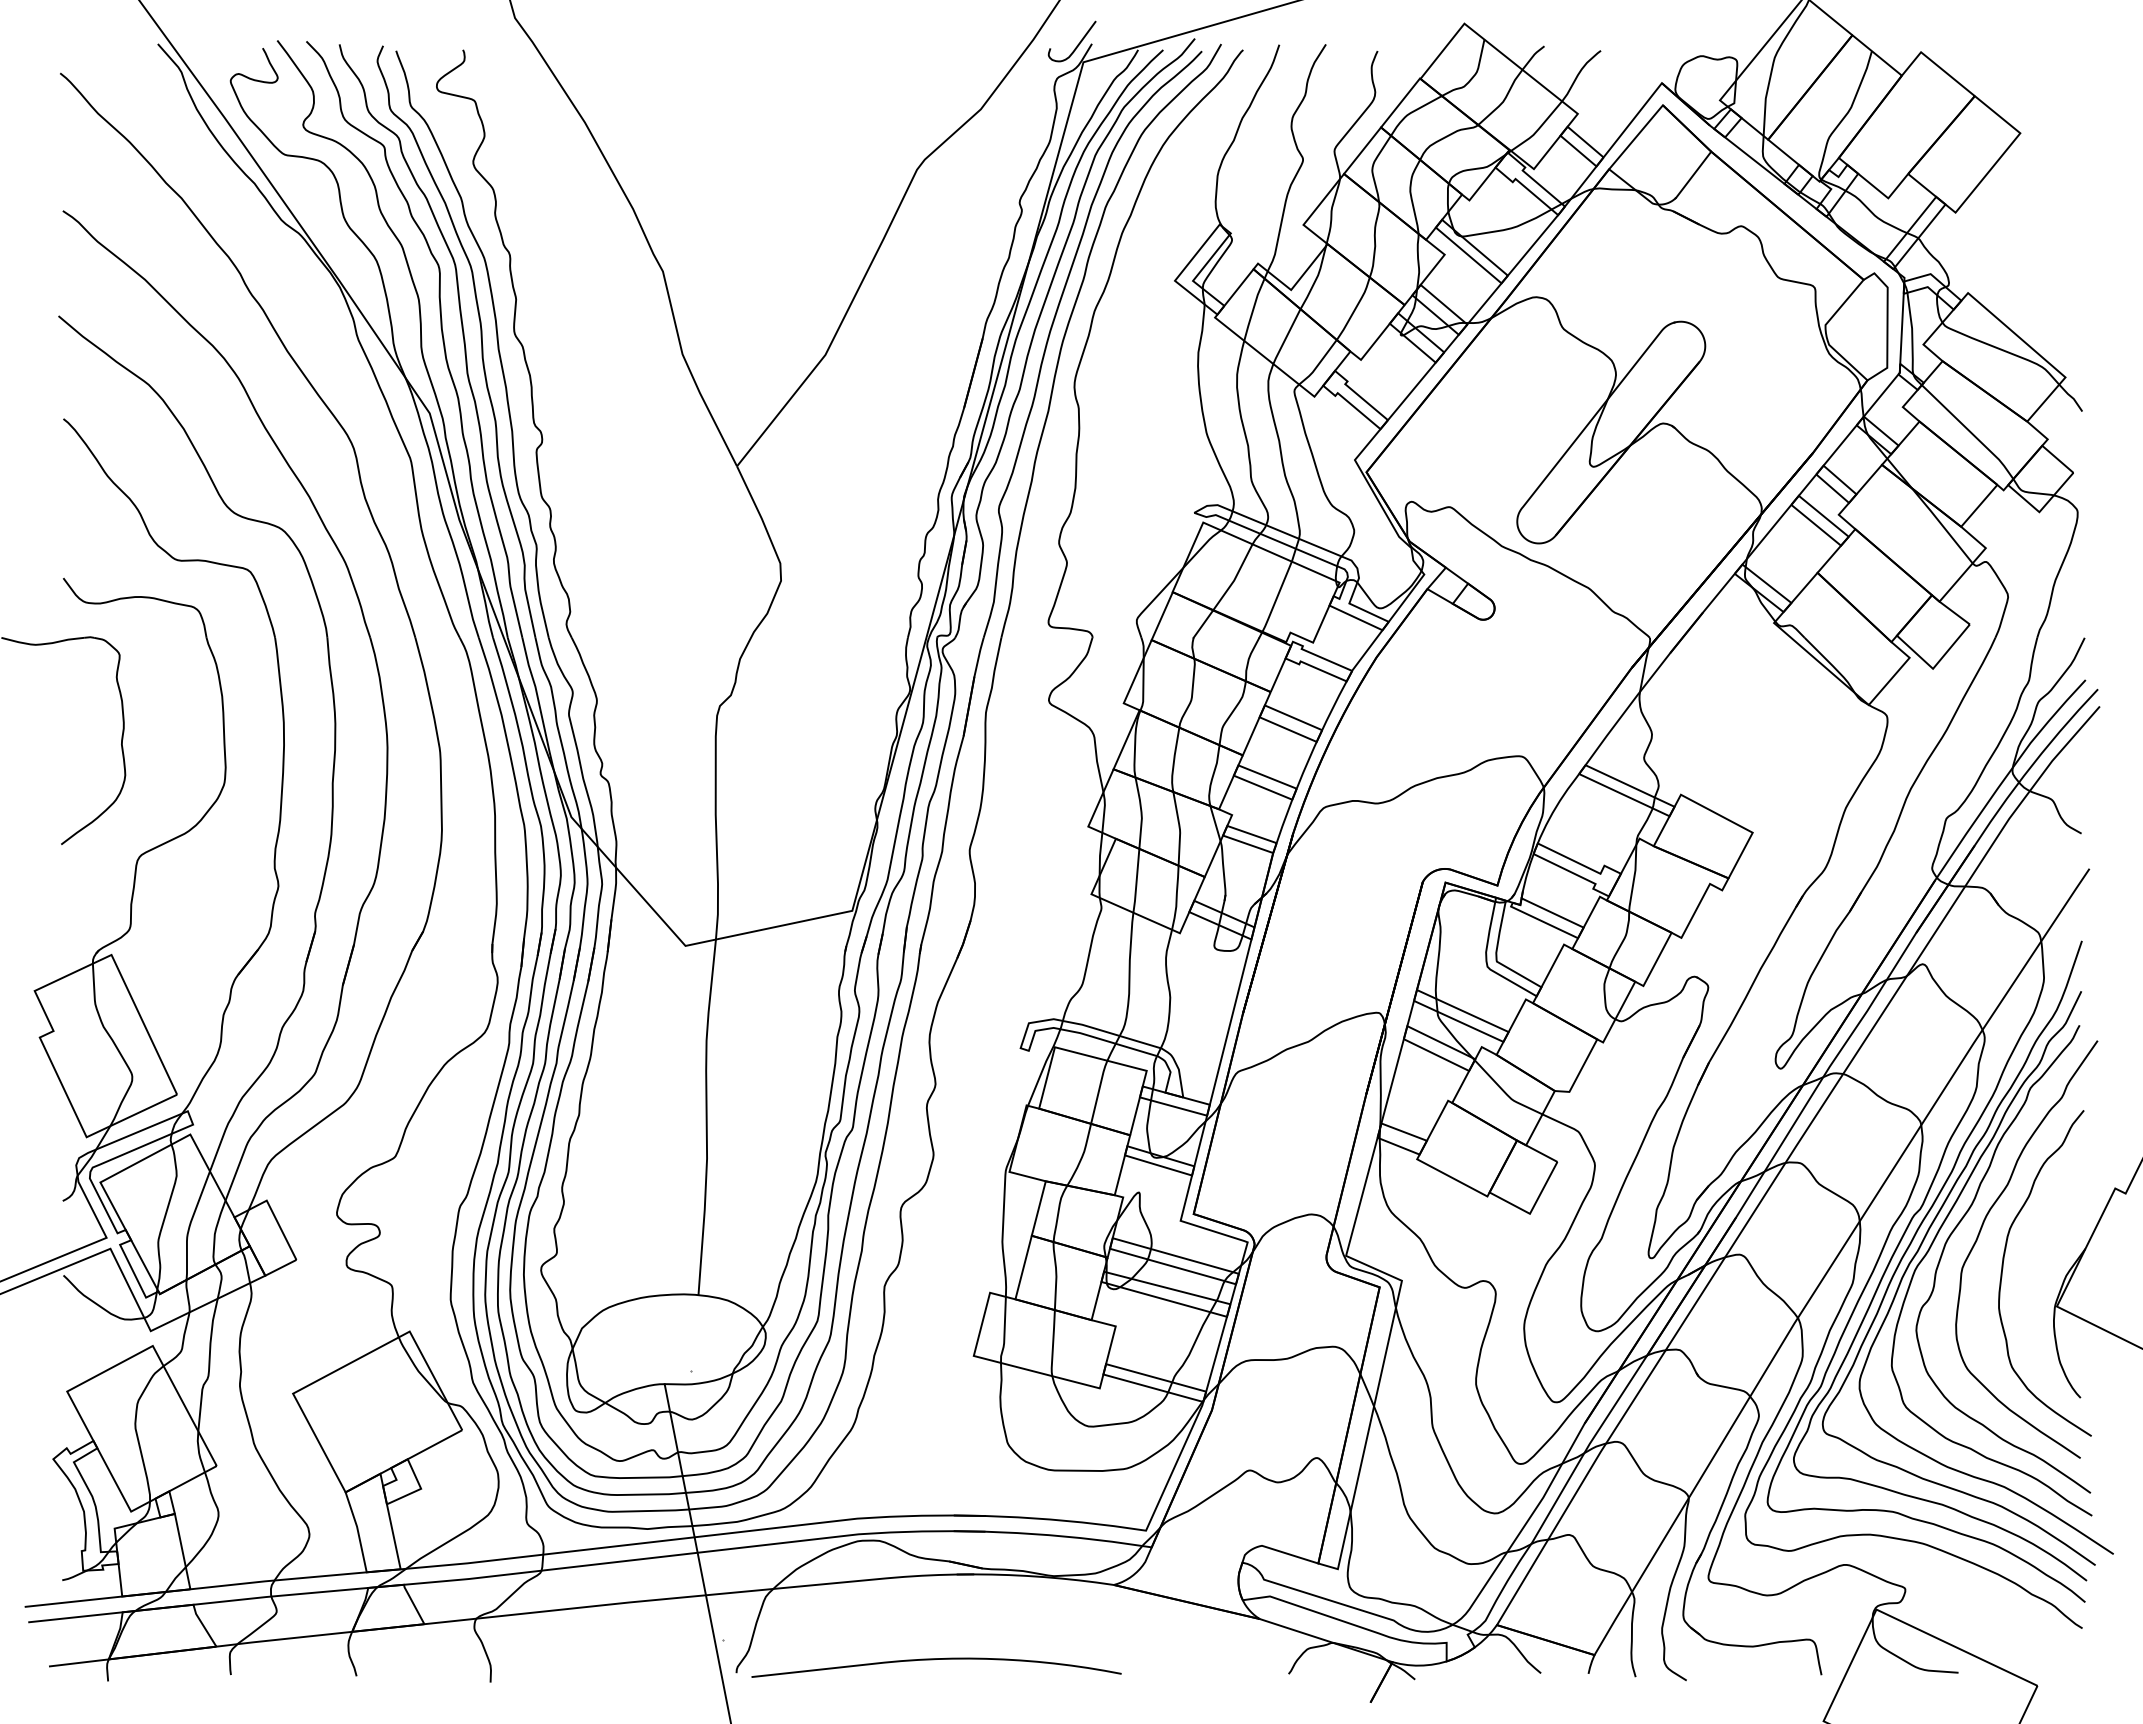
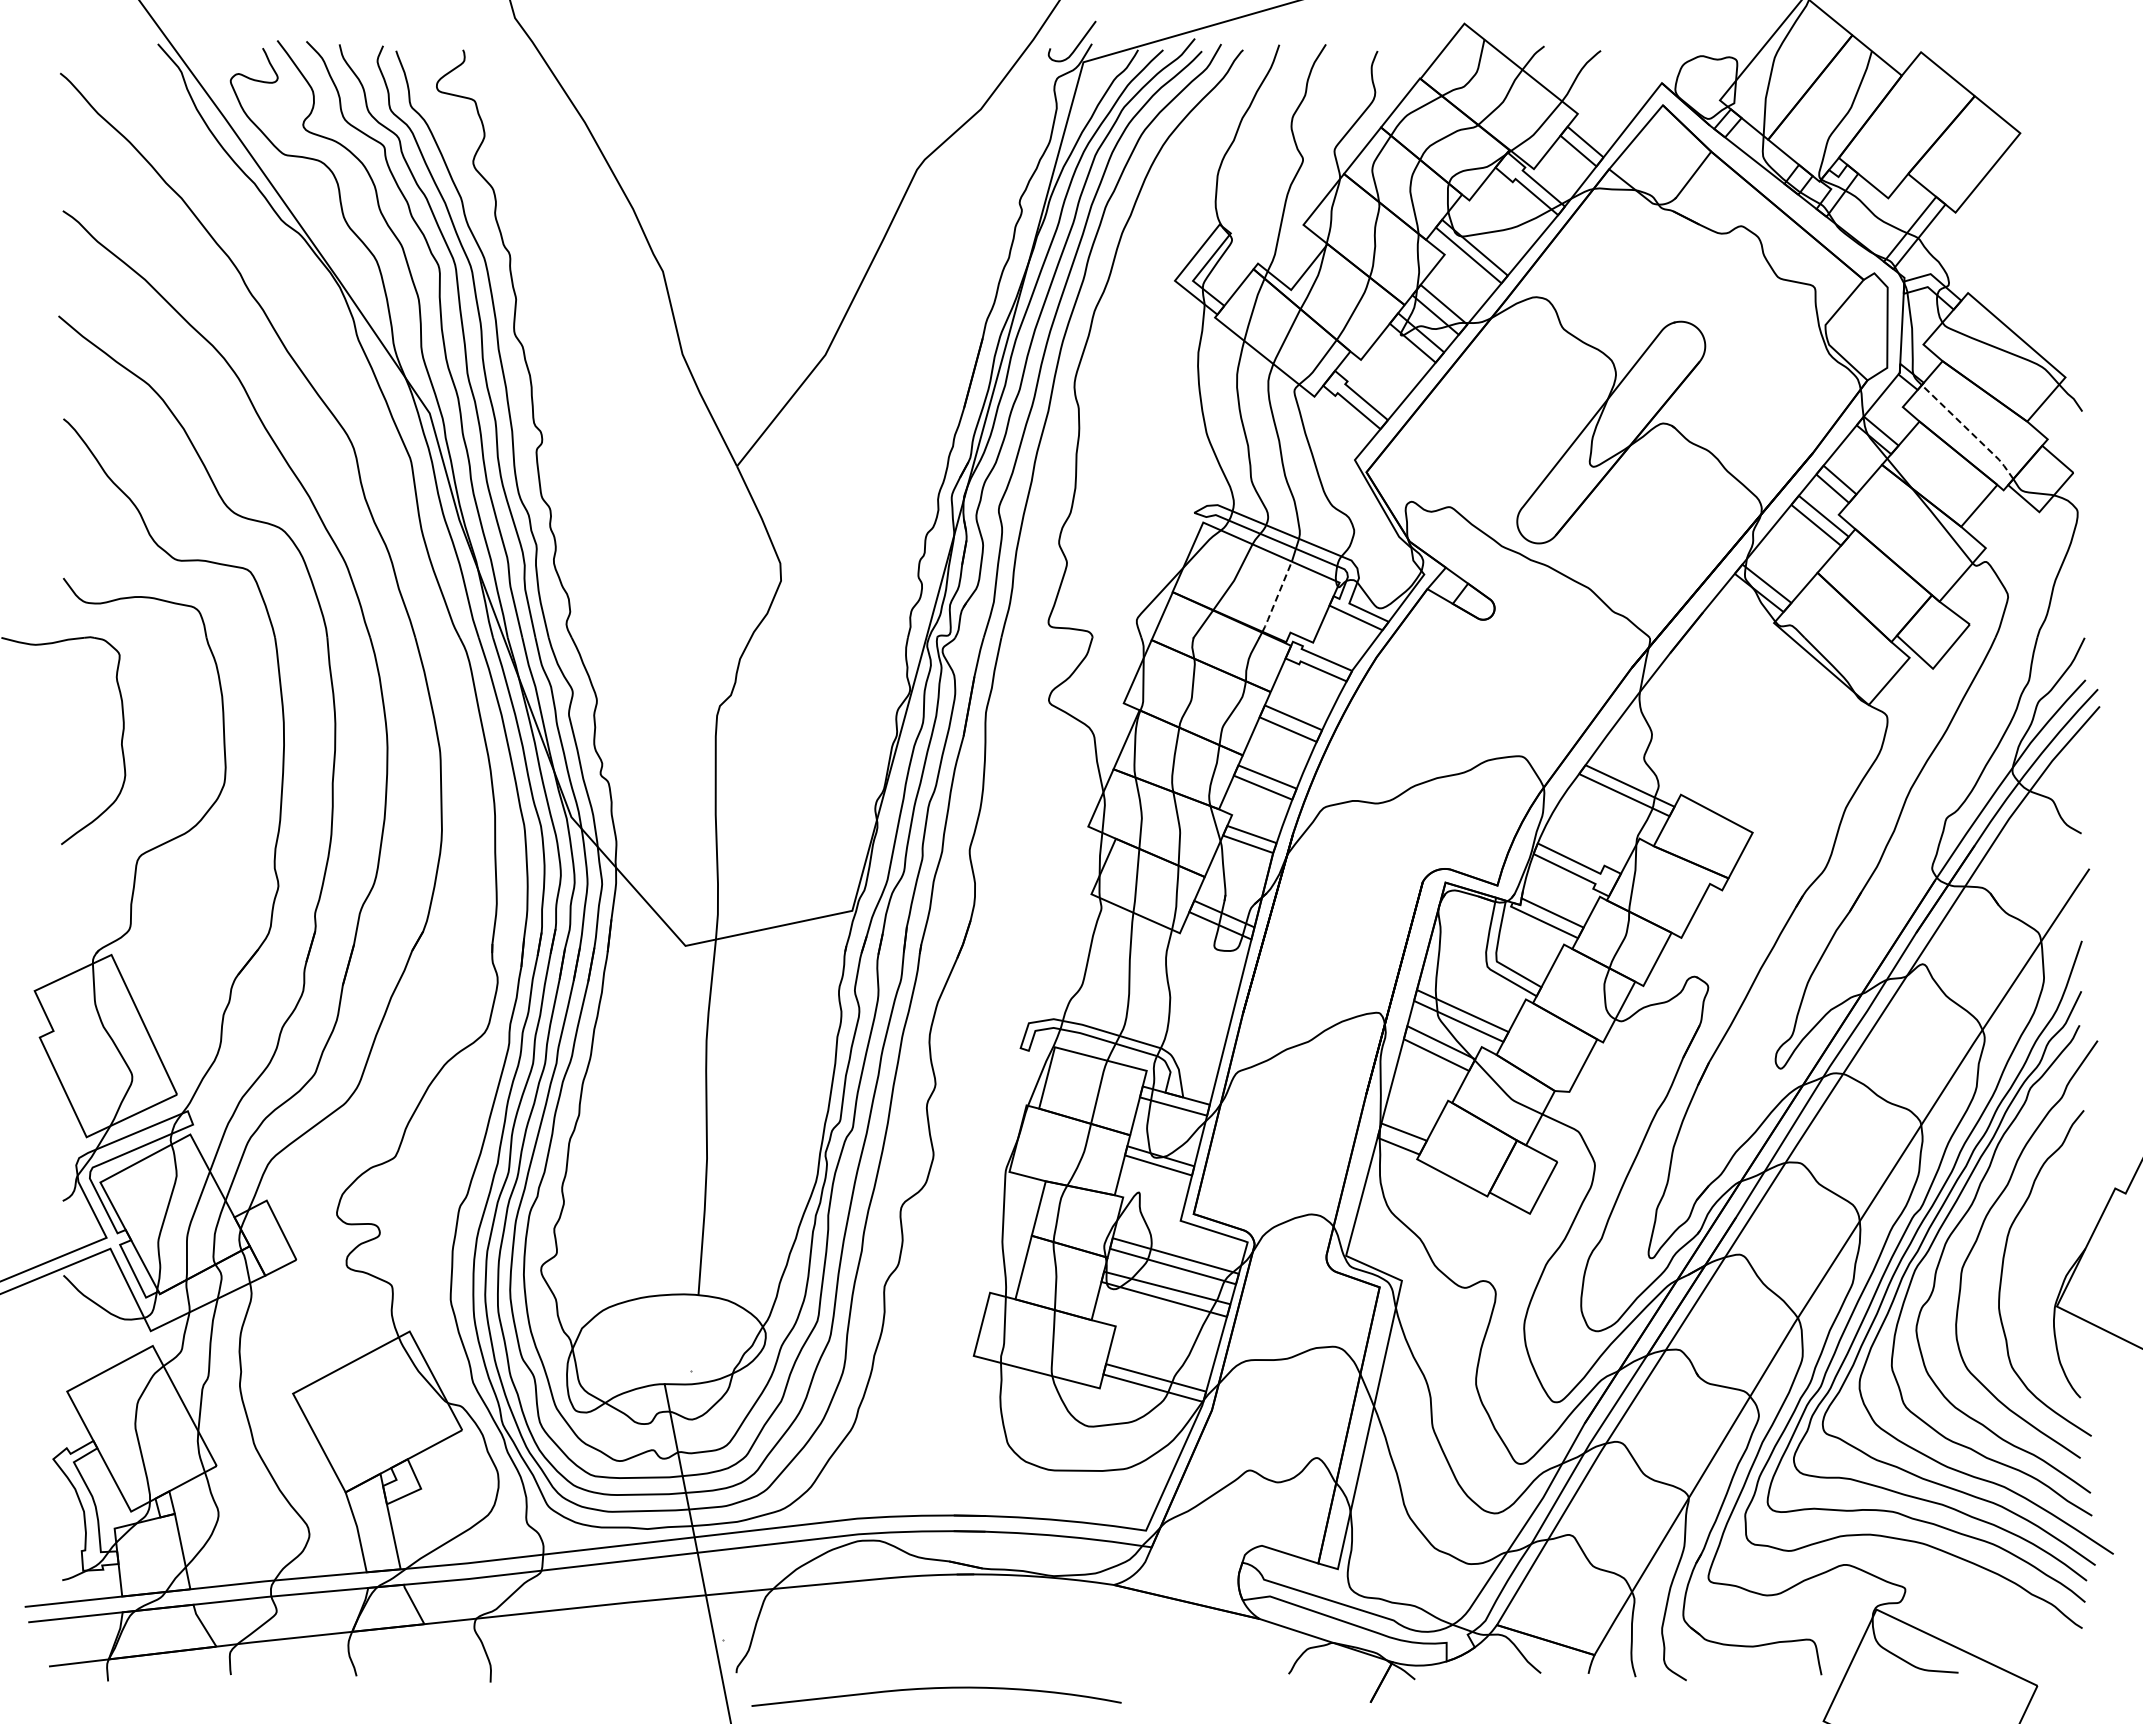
line at (1970, 432): solid -> dashed
line at (1277, 597): solid -> dashed
curve at (934, 1660) position: (934, 1660) -> (934, 1689)
